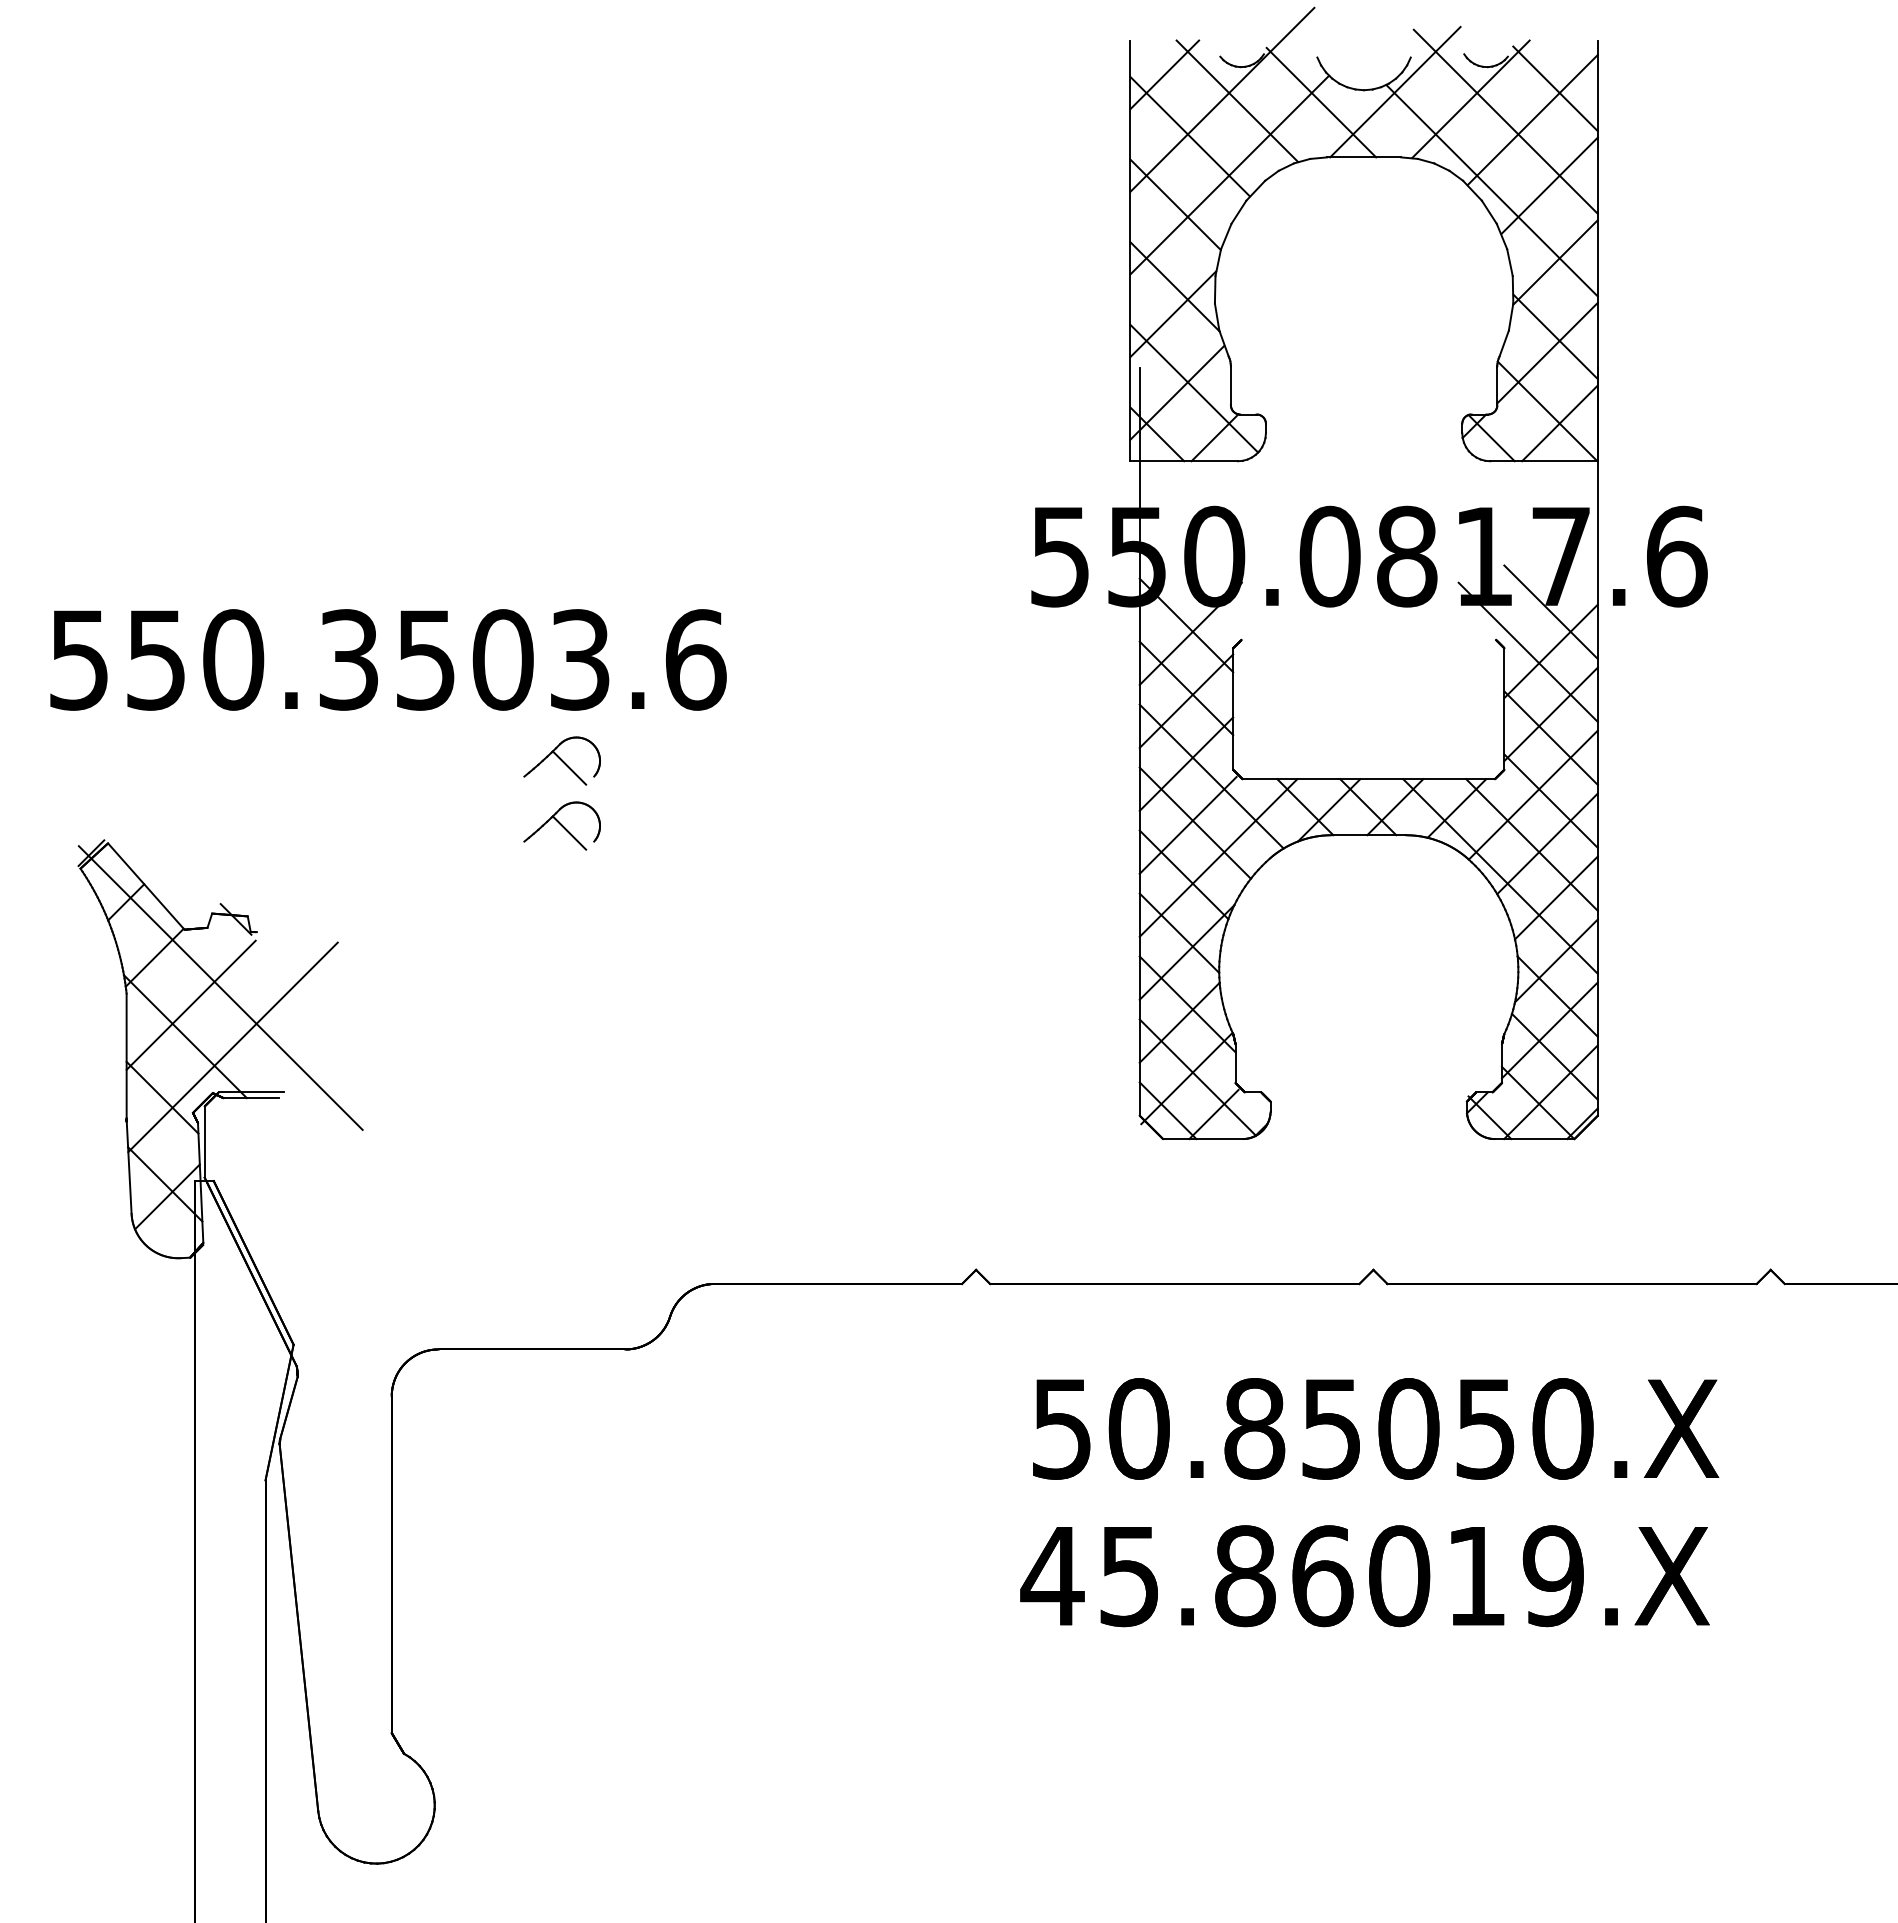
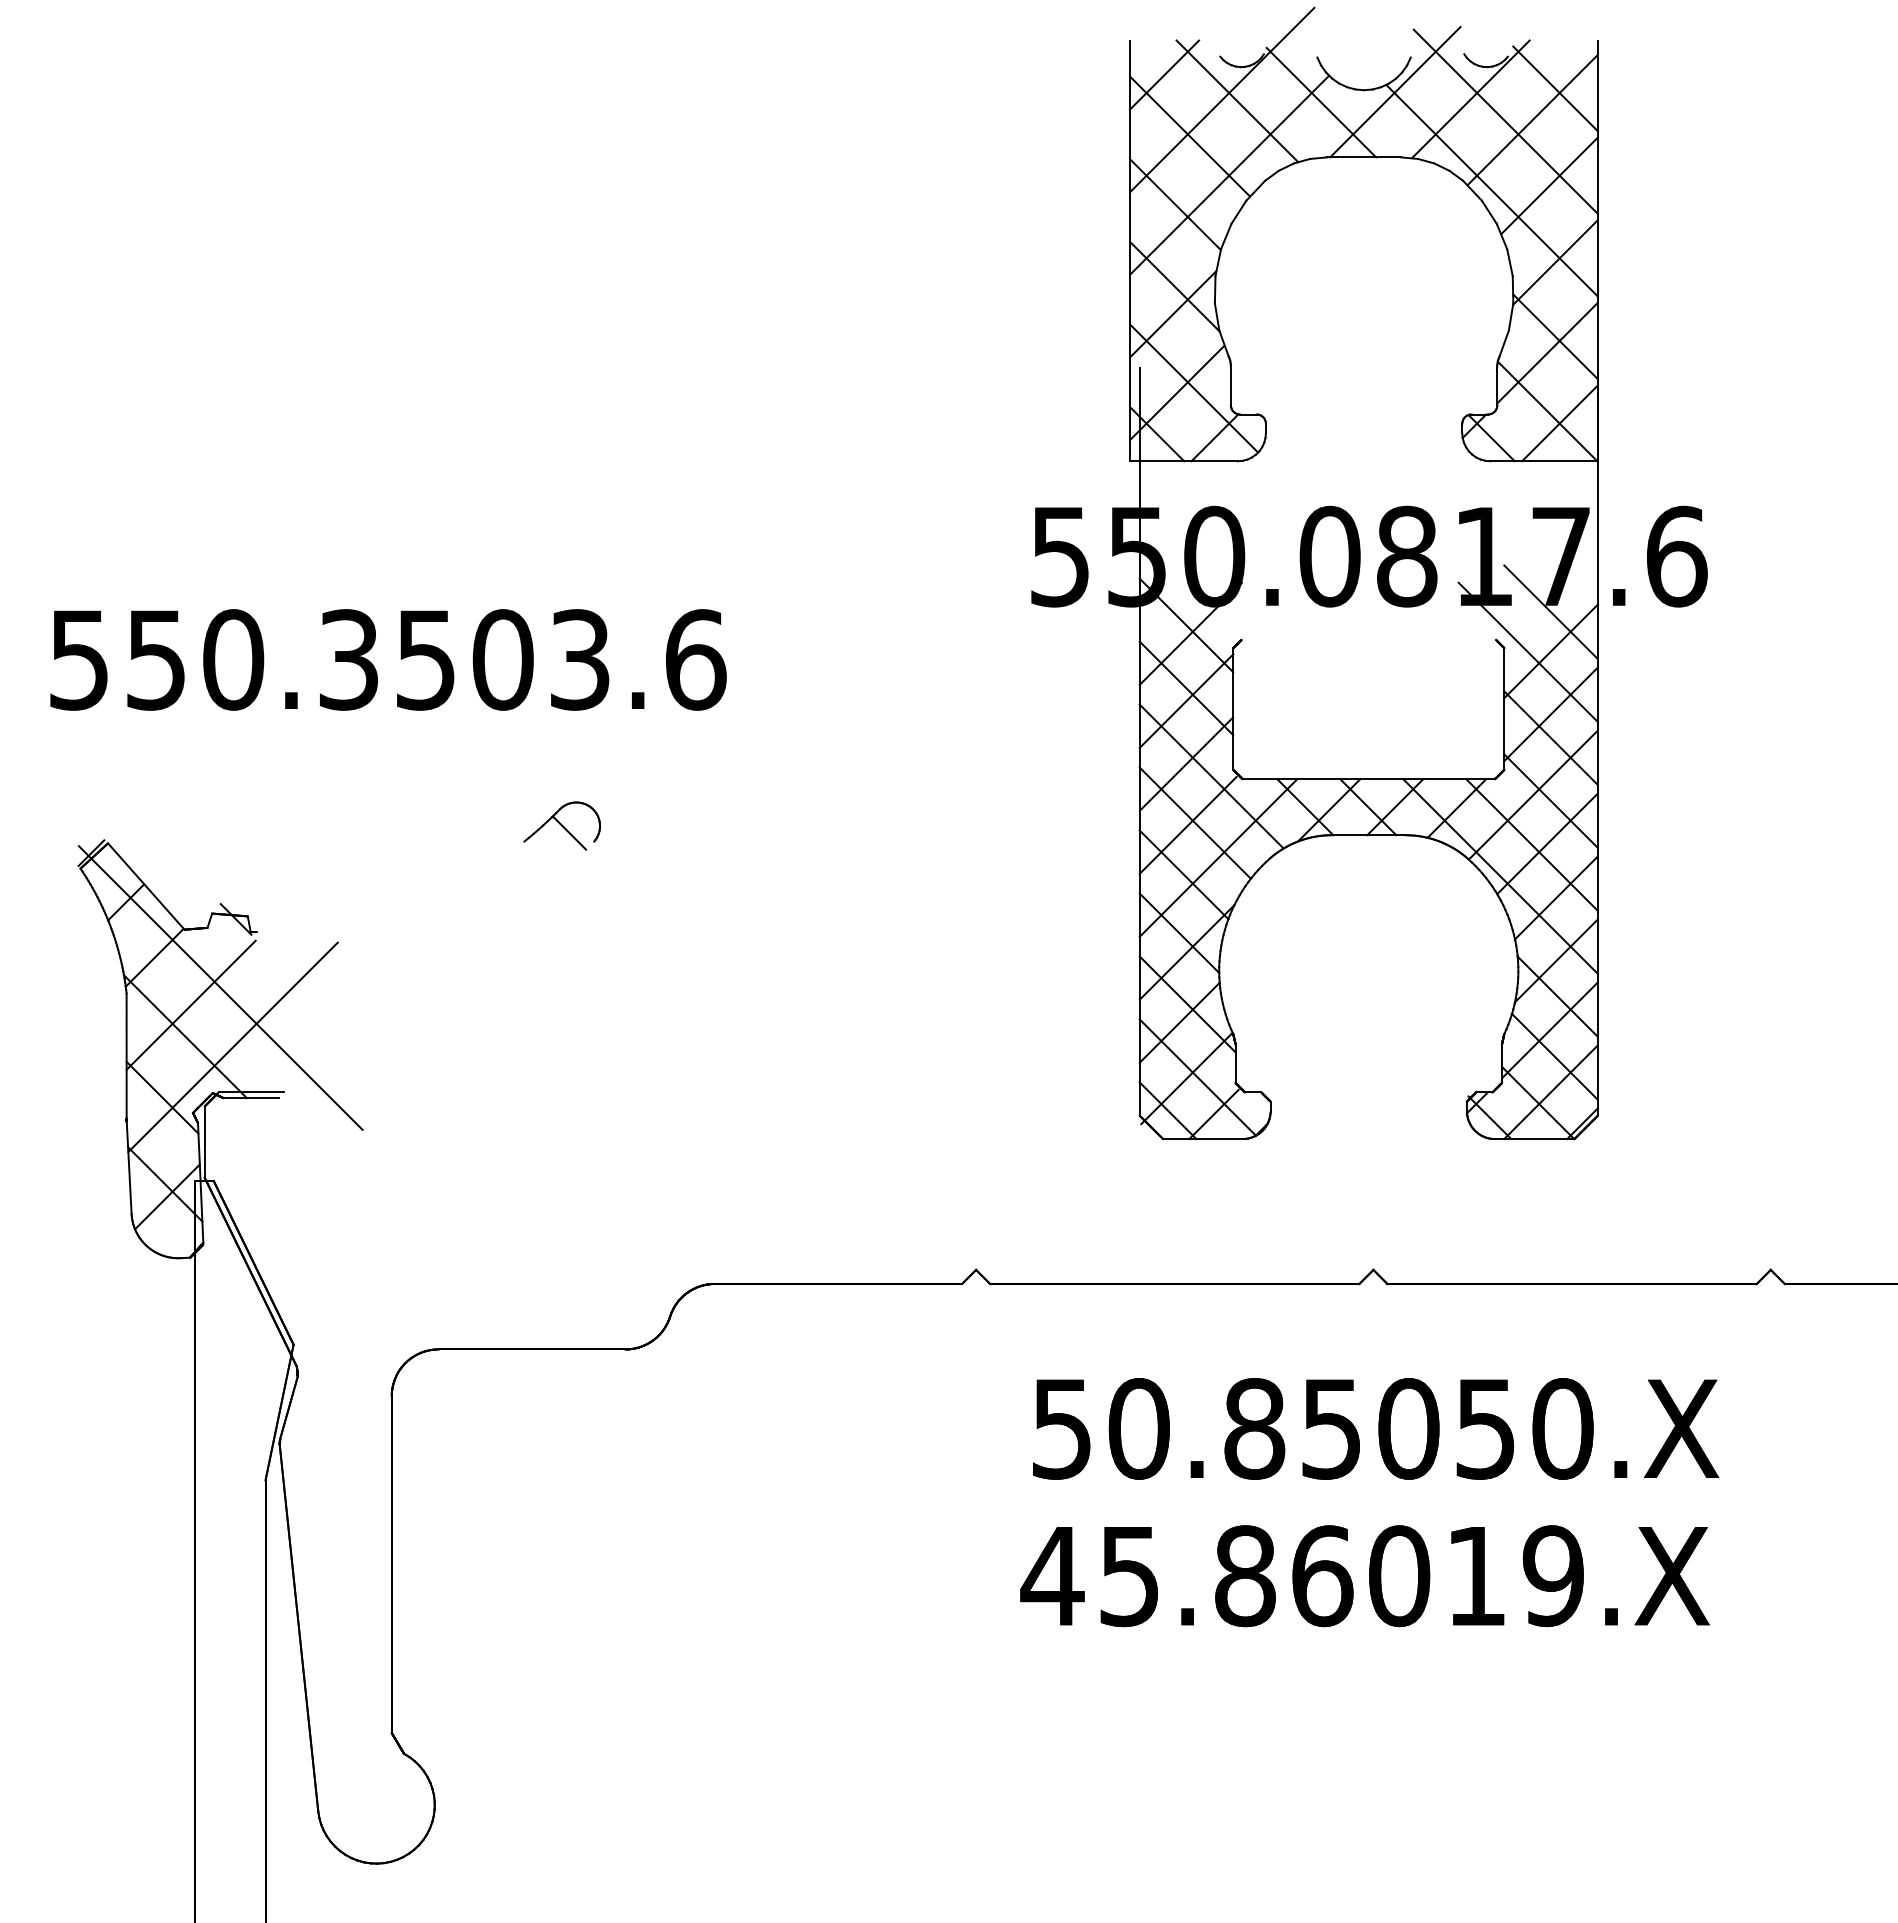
part at (561, 760): present -> none
